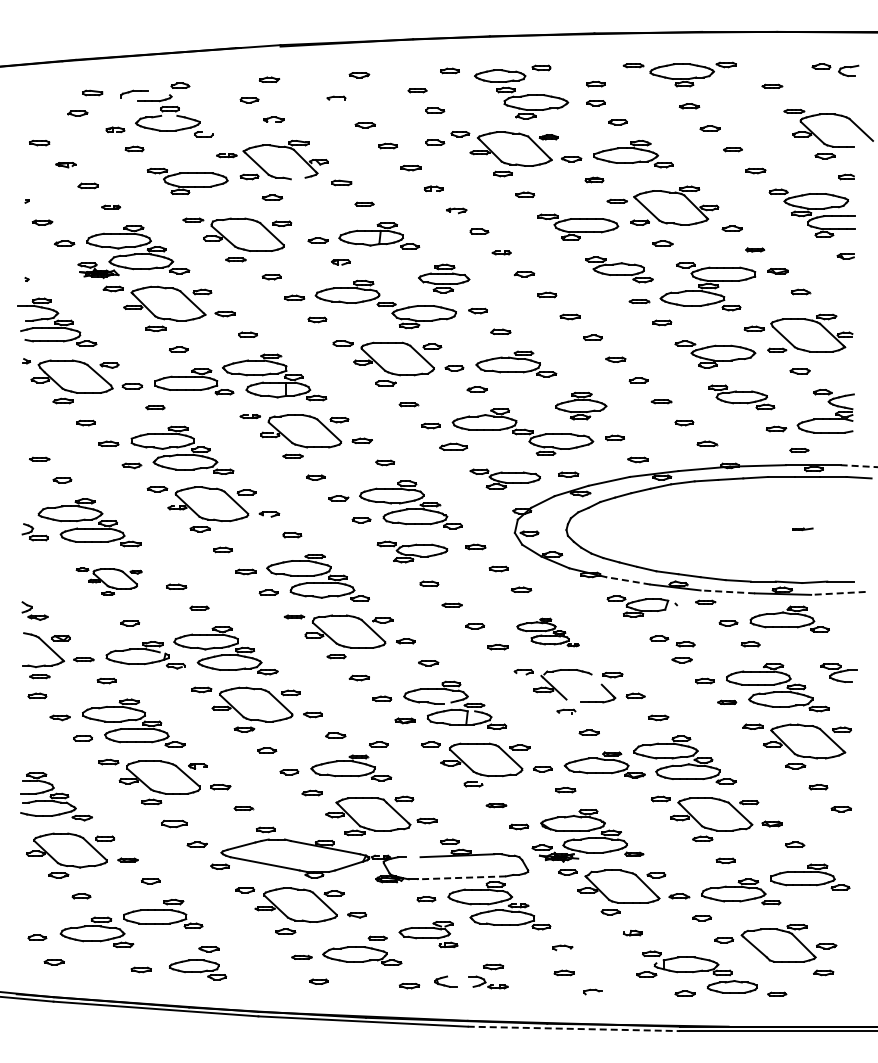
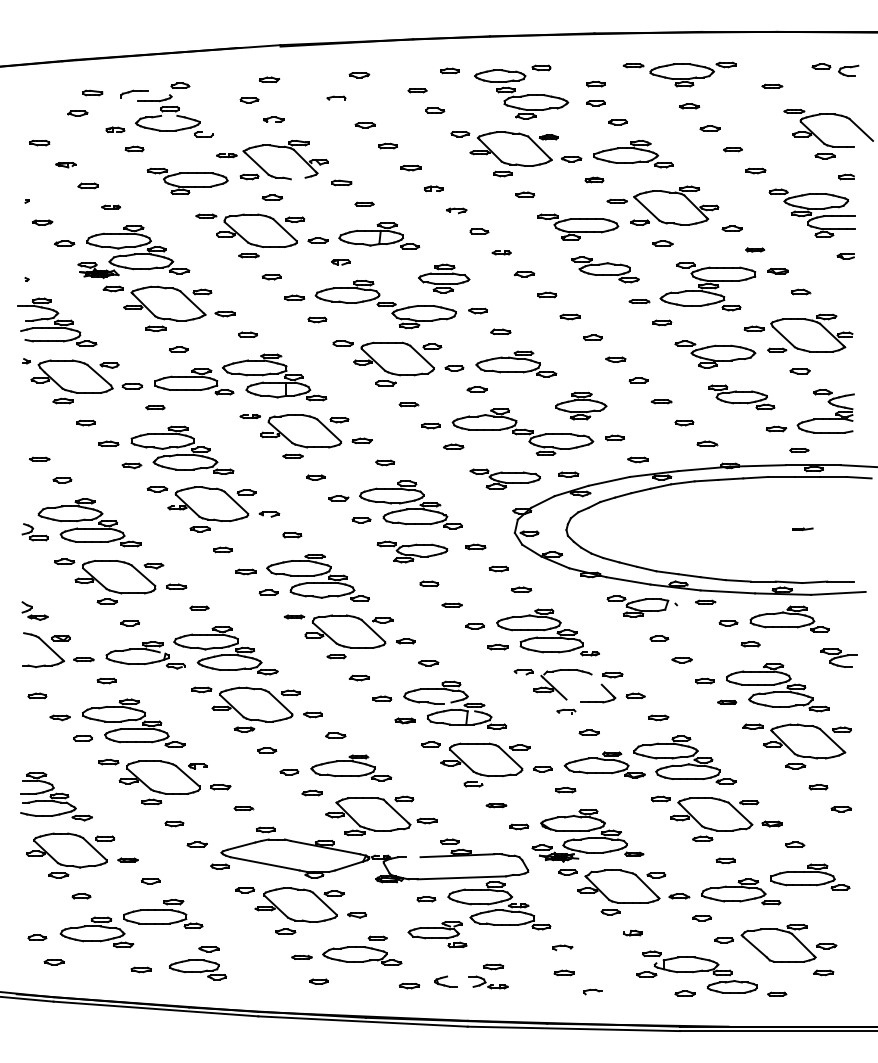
part at (435, 142): present -> none
part at (237, 239) position: (237, 239) -> (250, 235)
part at (619, 269) position: (619, 269) -> (605, 269)
part at (453, 446) size: 29x9 px -> 22x7 px
line at (859, 466): dashed -> solid
line at (627, 580): dashed -> solid
part at (108, 581) size: 68x29 px -> 111x47 px
line at (727, 591): dashed -> solid
line at (837, 593): dashed -> solid
part at (547, 632) size: 64x31 px -> 104x49 px
part at (685, 644): present -> none
part at (838, 673) position: (838, 673) -> (838, 658)
part at (39, 676): present -> none
part at (378, 744): present -> none
part at (174, 823) size: 27x10 px -> 21x8 px
line at (461, 877): dashed -> solid
part at (428, 934) position: (428, 934) -> (437, 934)
line at (574, 1028): dashed -> solid
